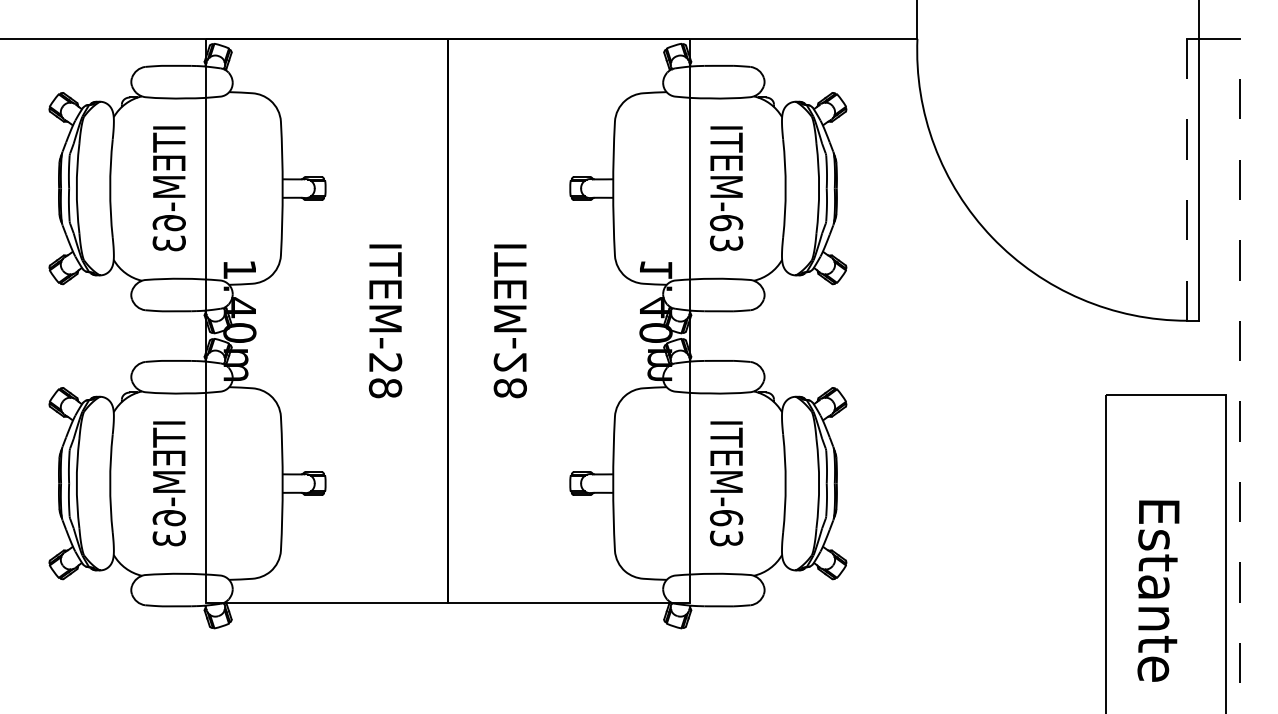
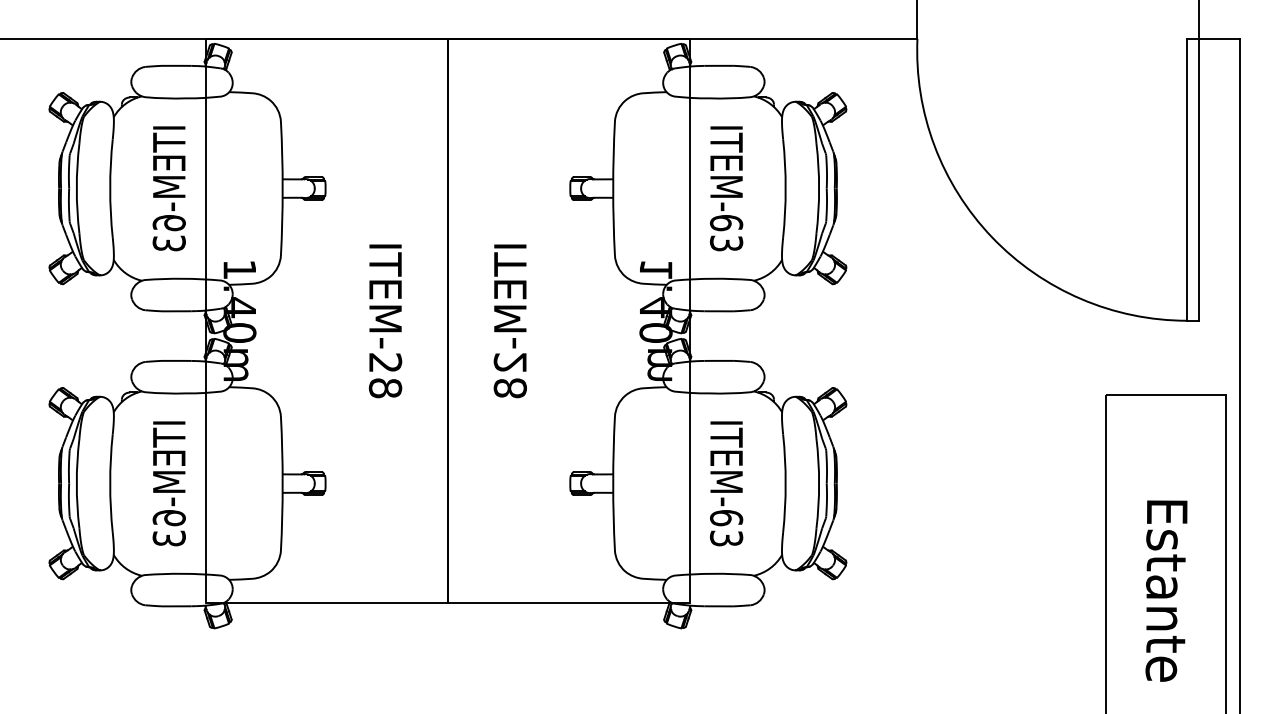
line at (1187, 179): dashed -> solid
line at (1239, 375): dashed -> solid
text at (1158, 590) position: (1158, 590) -> (1166, 590)
